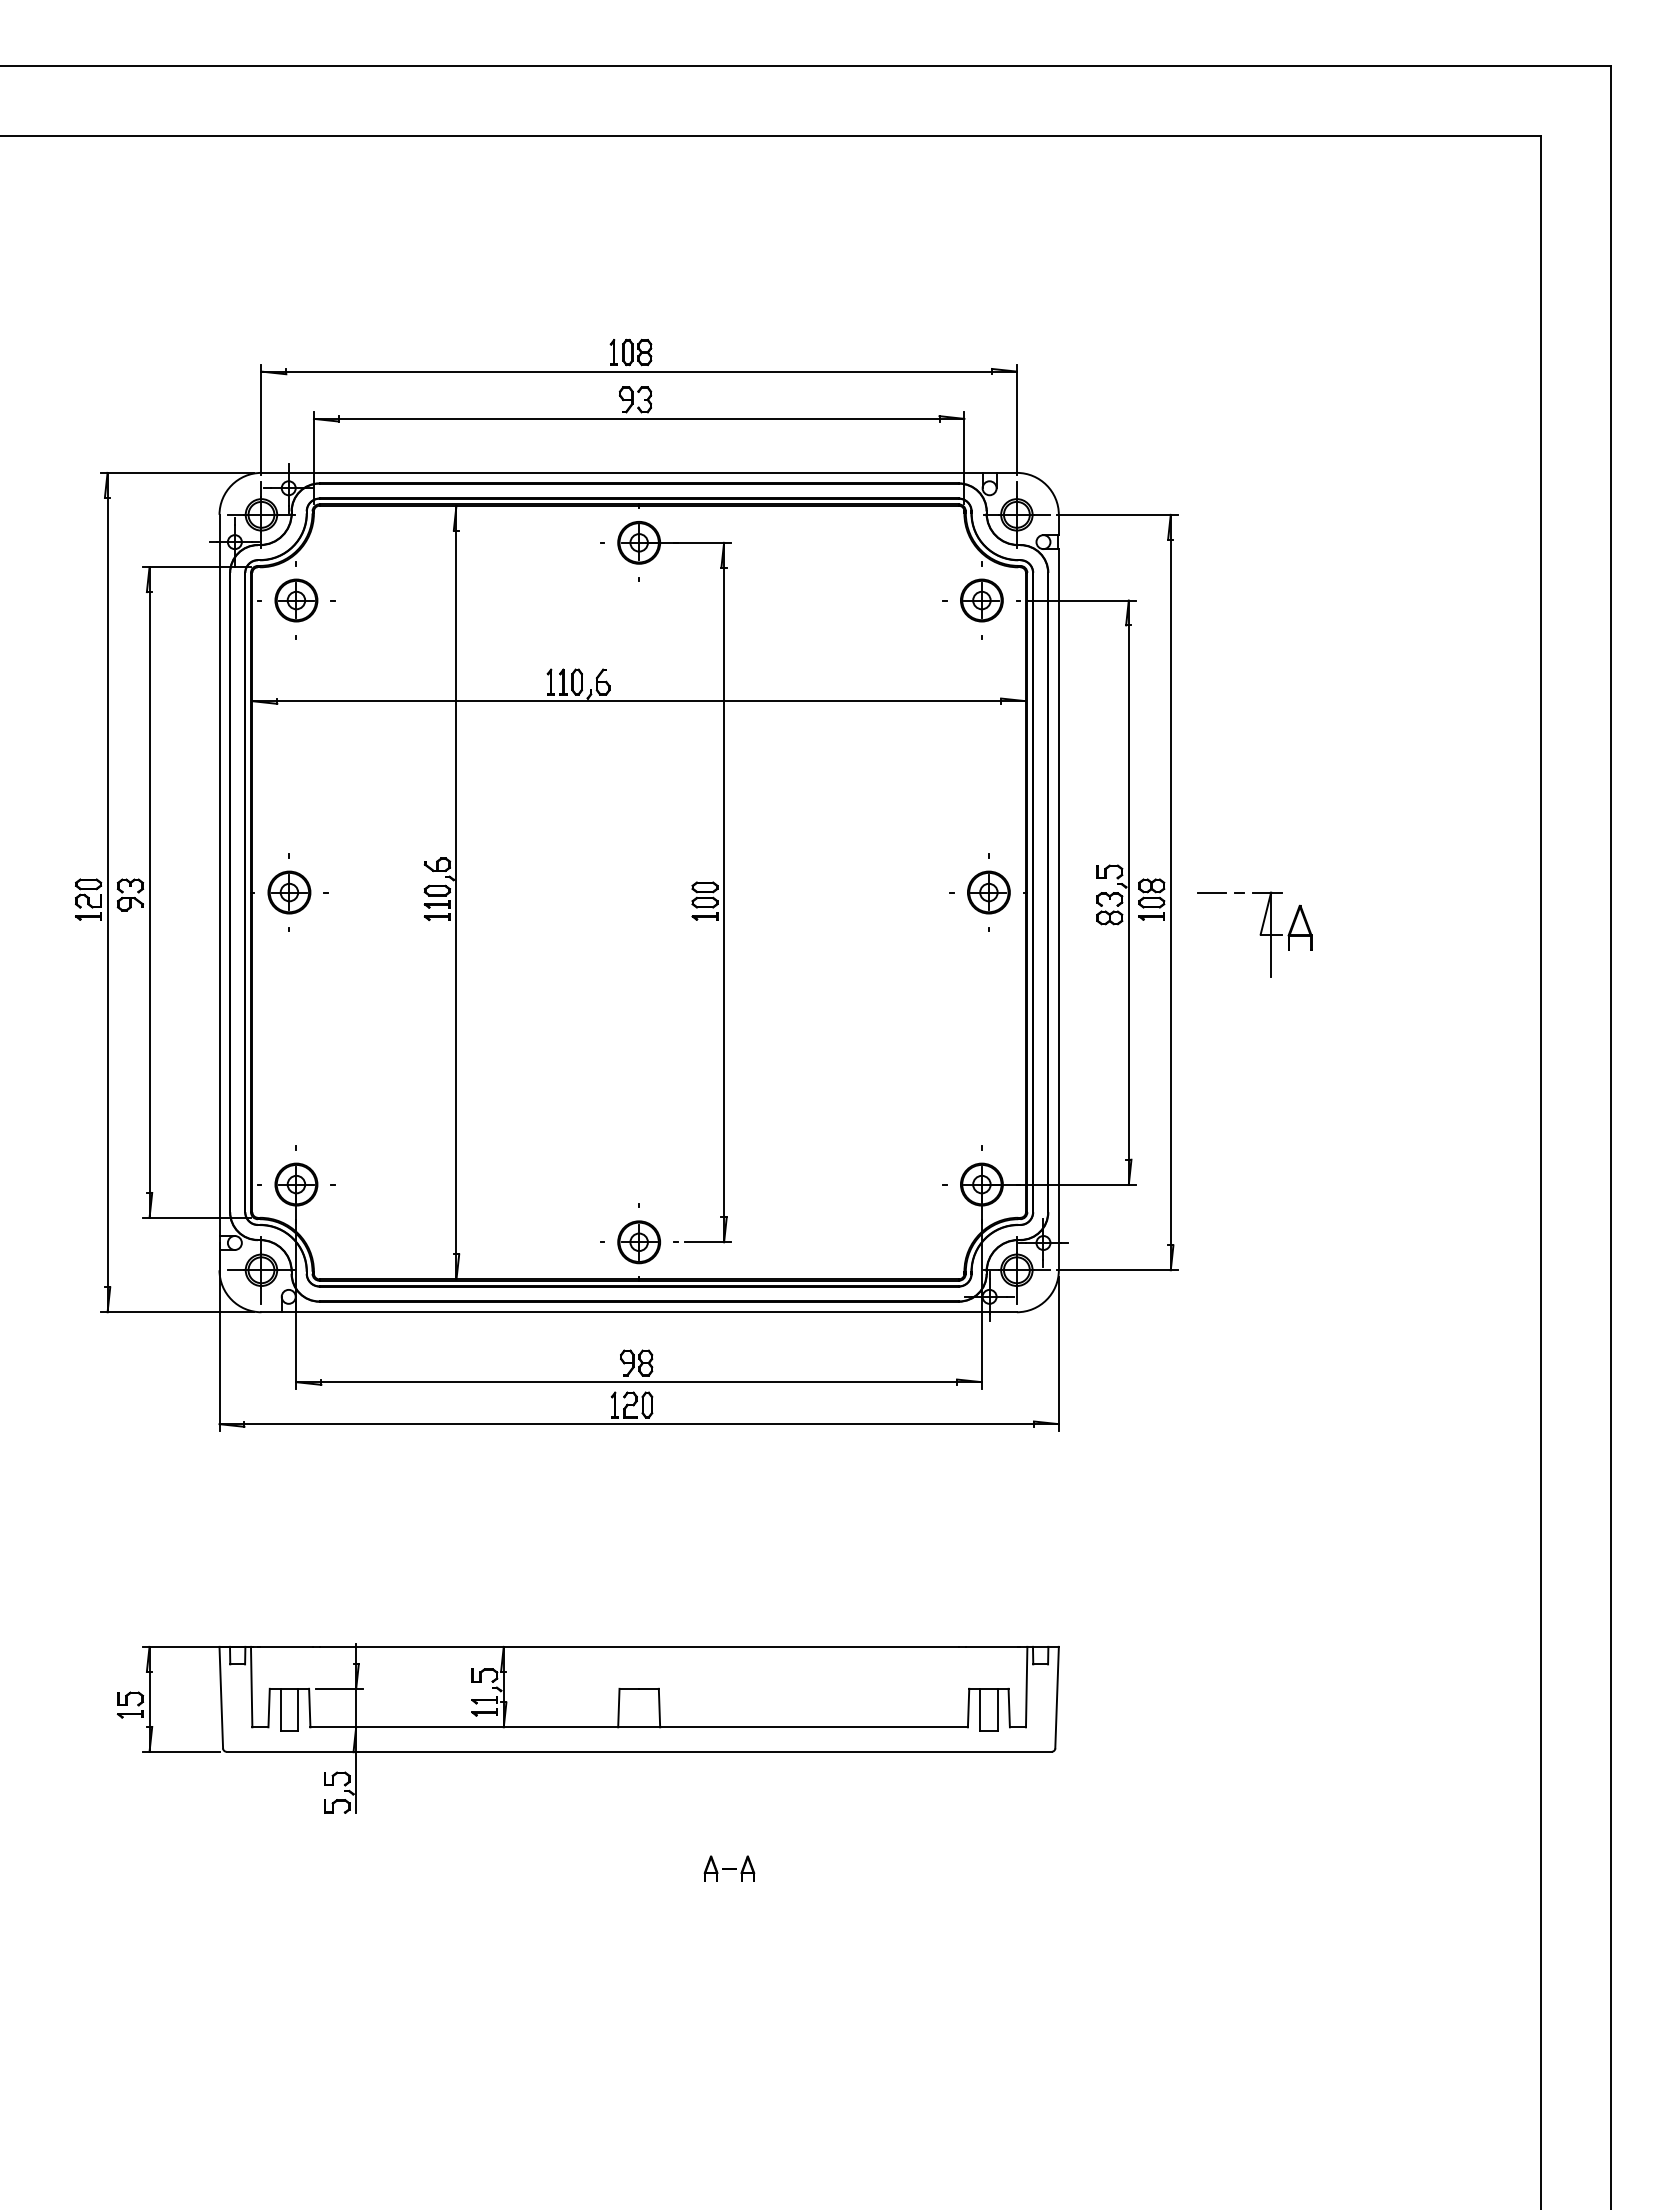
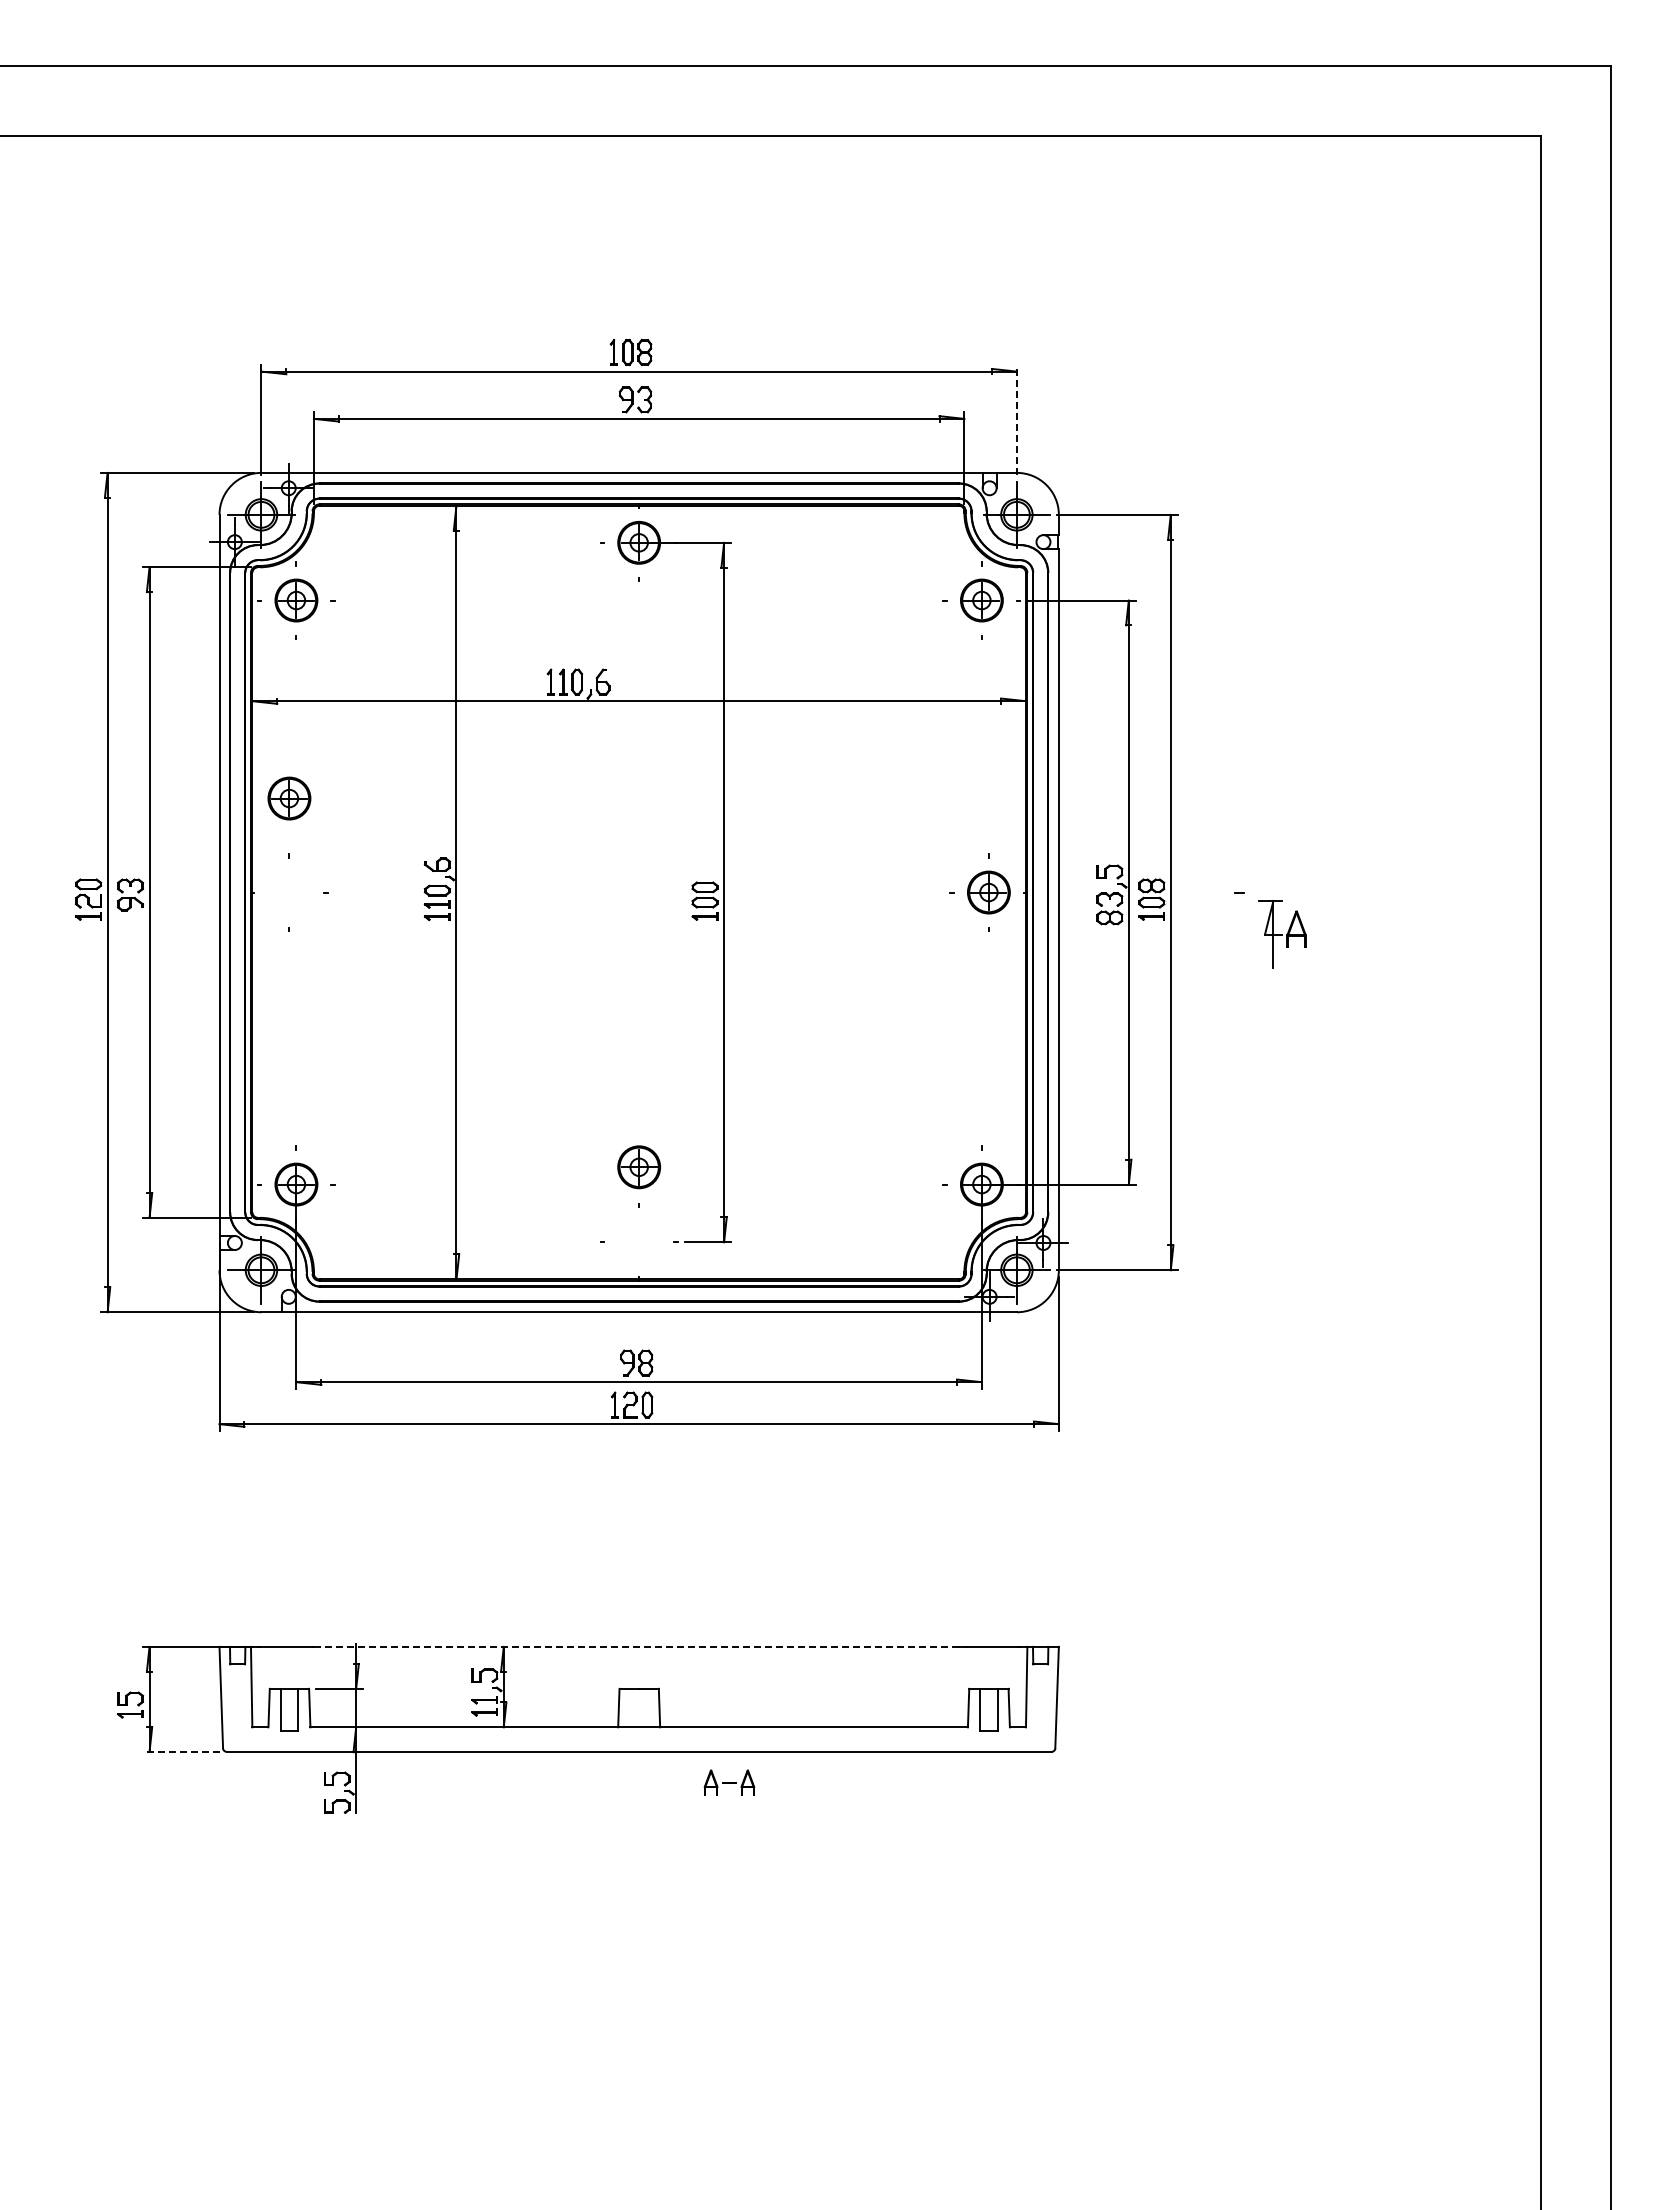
line at (1016, 419): solid -> dashed
part at (289, 892) position: (289, 892) -> (289, 798)
line at (1211, 892): present -> none
part at (1282, 934) size: 61x87 px -> 49x69 px
part at (639, 1242) position: (639, 1242) -> (639, 1167)
line at (639, 1646): solid -> dashed
line at (181, 1751): solid -> dashed
part at (729, 1868) position: (729, 1868) -> (729, 1782)
